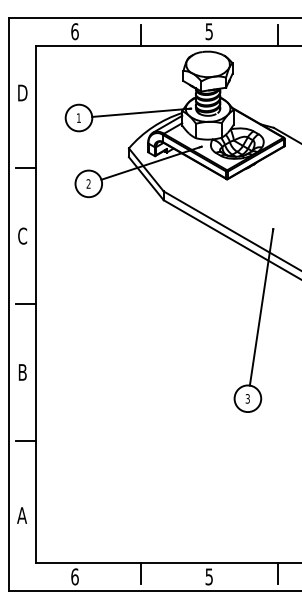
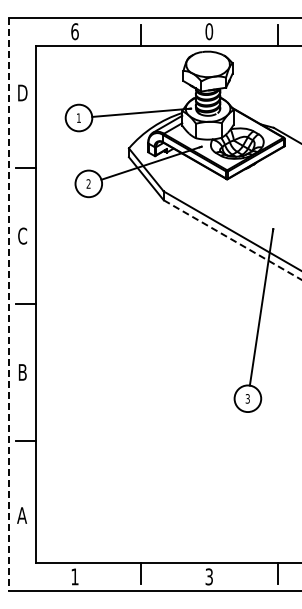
text at (209, 31): 5 -> 0
line at (232, 240): solid -> dashed
line at (9, 304): solid -> dashed
text at (74, 576): 6 -> 1
text at (209, 576): 5 -> 3
